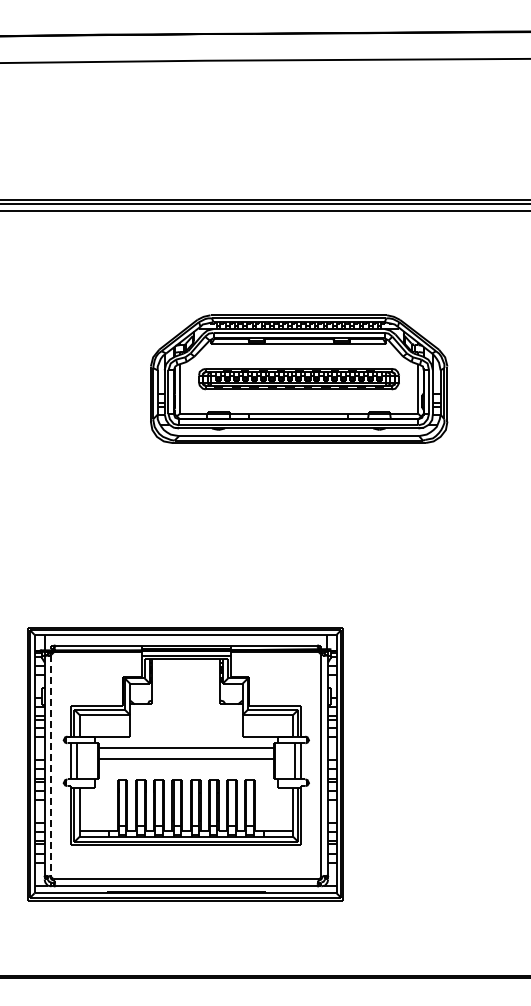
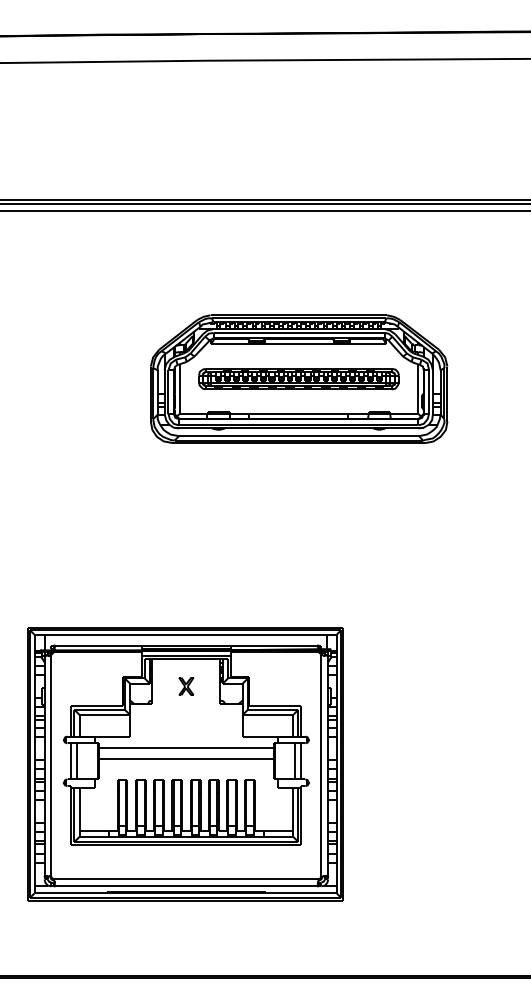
part at (186, 686): none -> present
line at (51, 766): dashed -> solid
